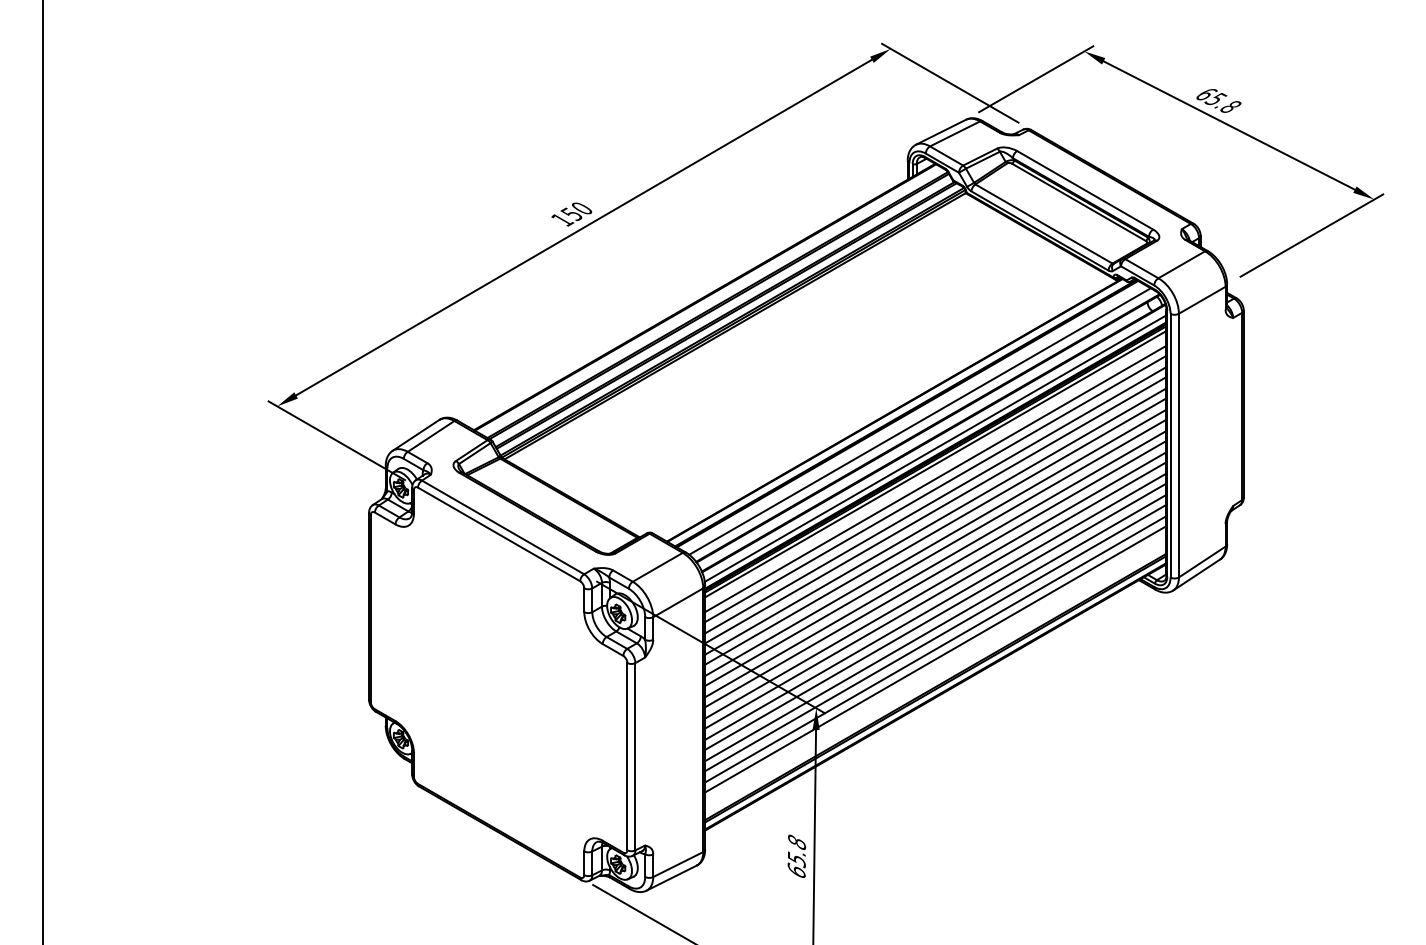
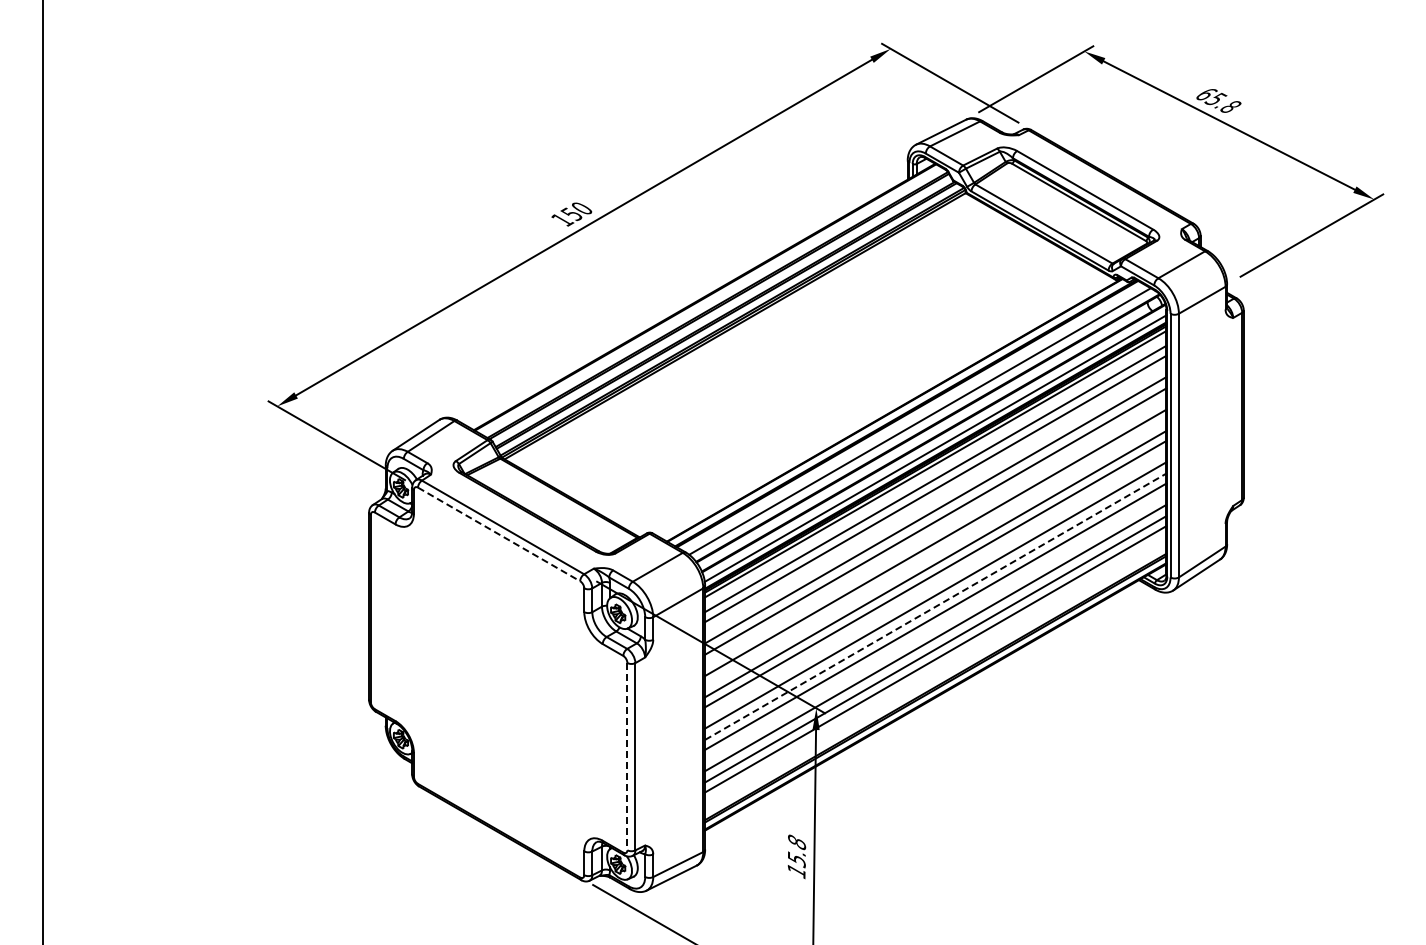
line at (935, 500): present -> none
line at (935, 531): present -> none
line at (499, 534): solid -> dashed
line at (935, 552): present -> none
line at (935, 585): present -> none
line at (936, 606): solid -> dashed
line at (935, 627): present -> none
line at (627, 756): solid -> dashed
text at (796, 870): 65.8 -> 15.8
